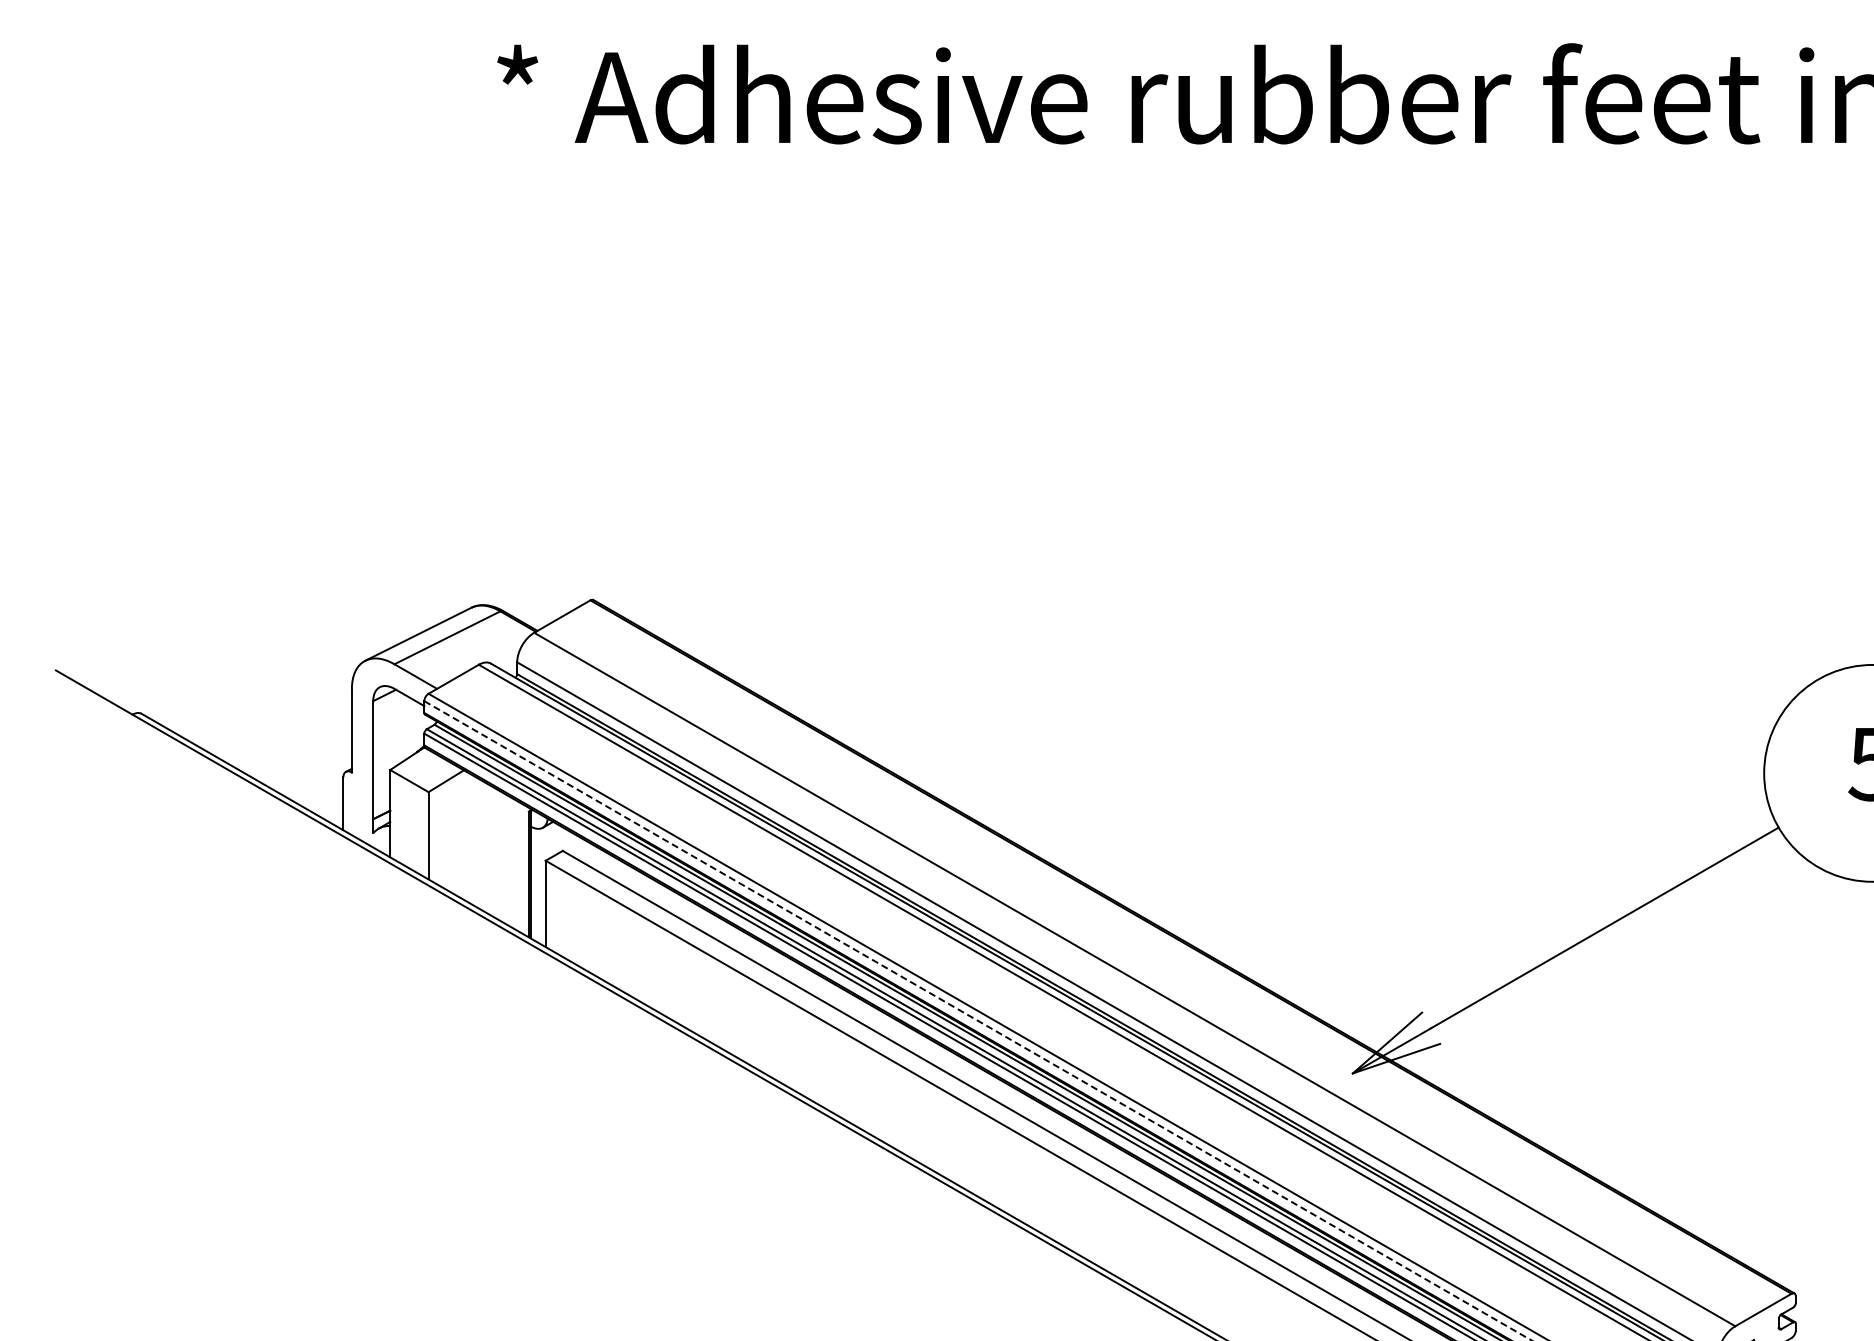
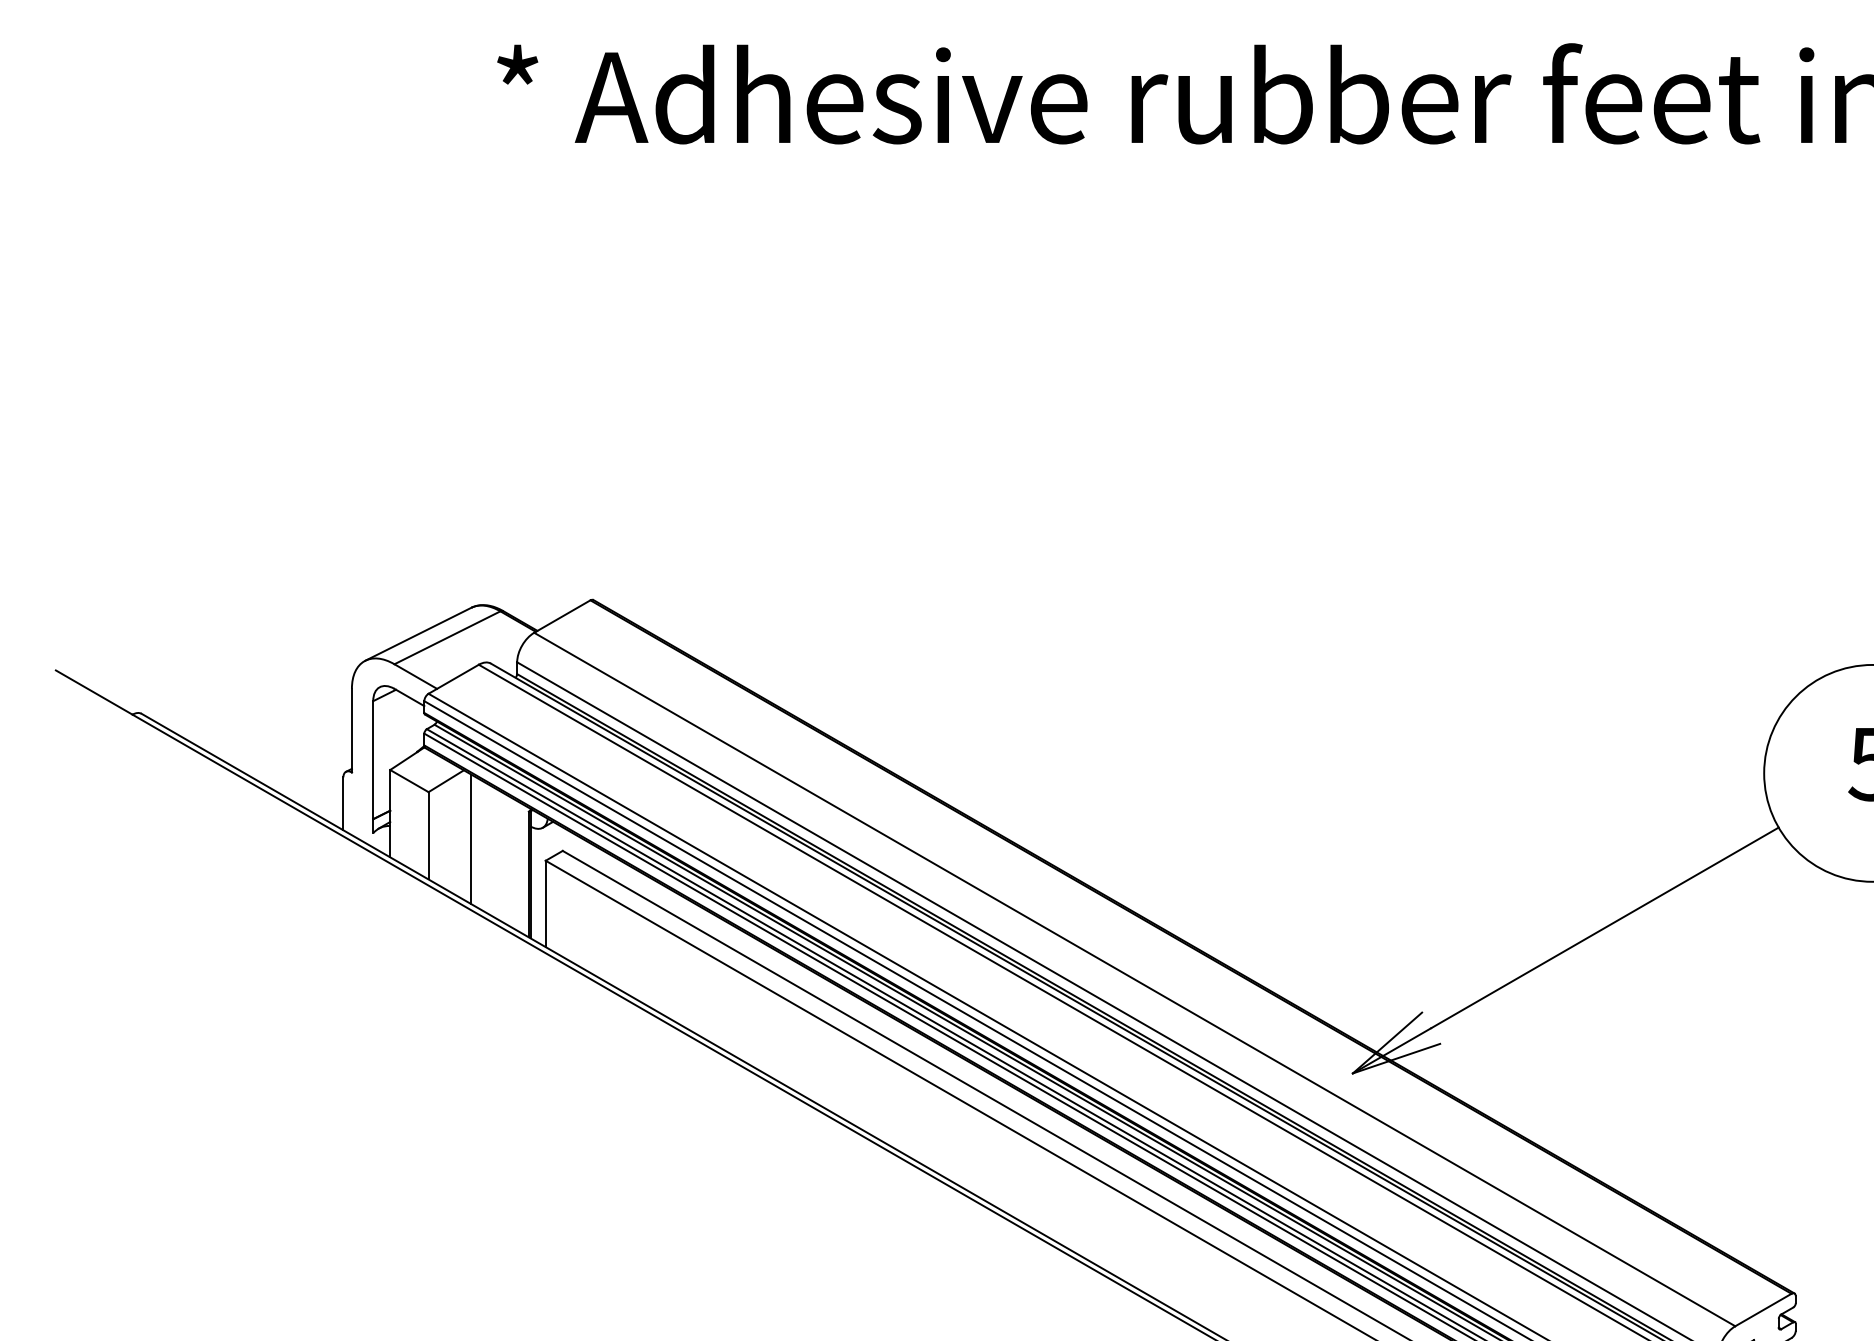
line at (471, 839): none -> present
line at (978, 1021): dashed -> solid
